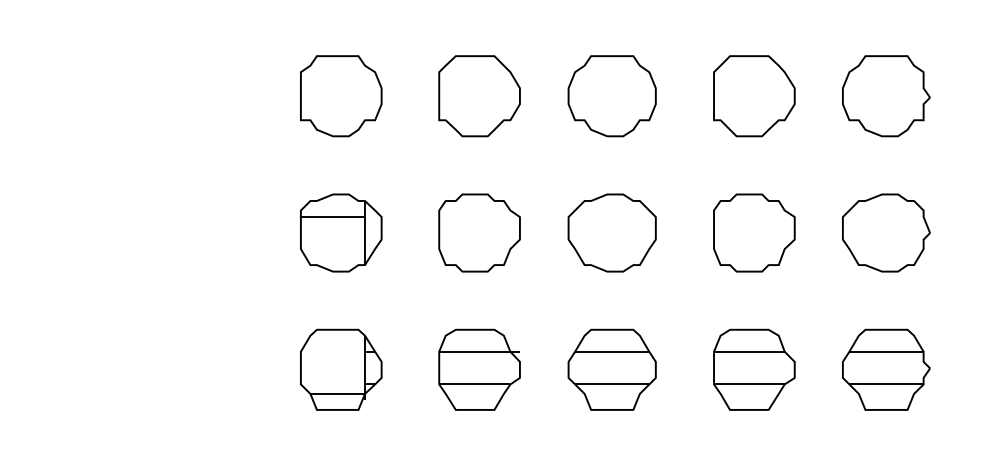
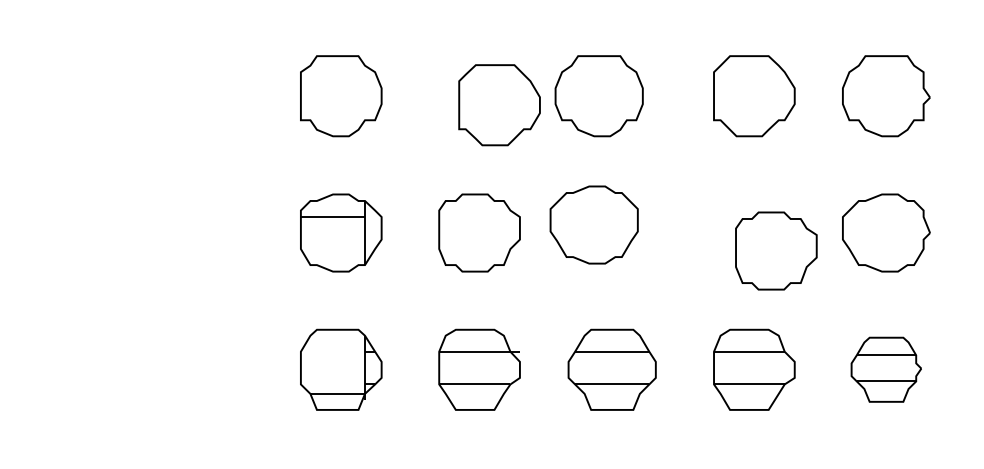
part at (479, 96) position: (479, 96) -> (499, 105)
part at (611, 96) position: (611, 96) -> (598, 96)
part at (611, 232) position: (611, 232) -> (593, 224)
part at (754, 232) position: (754, 232) -> (776, 250)
part at (886, 369) size: 89x83 px -> 72x67 px
